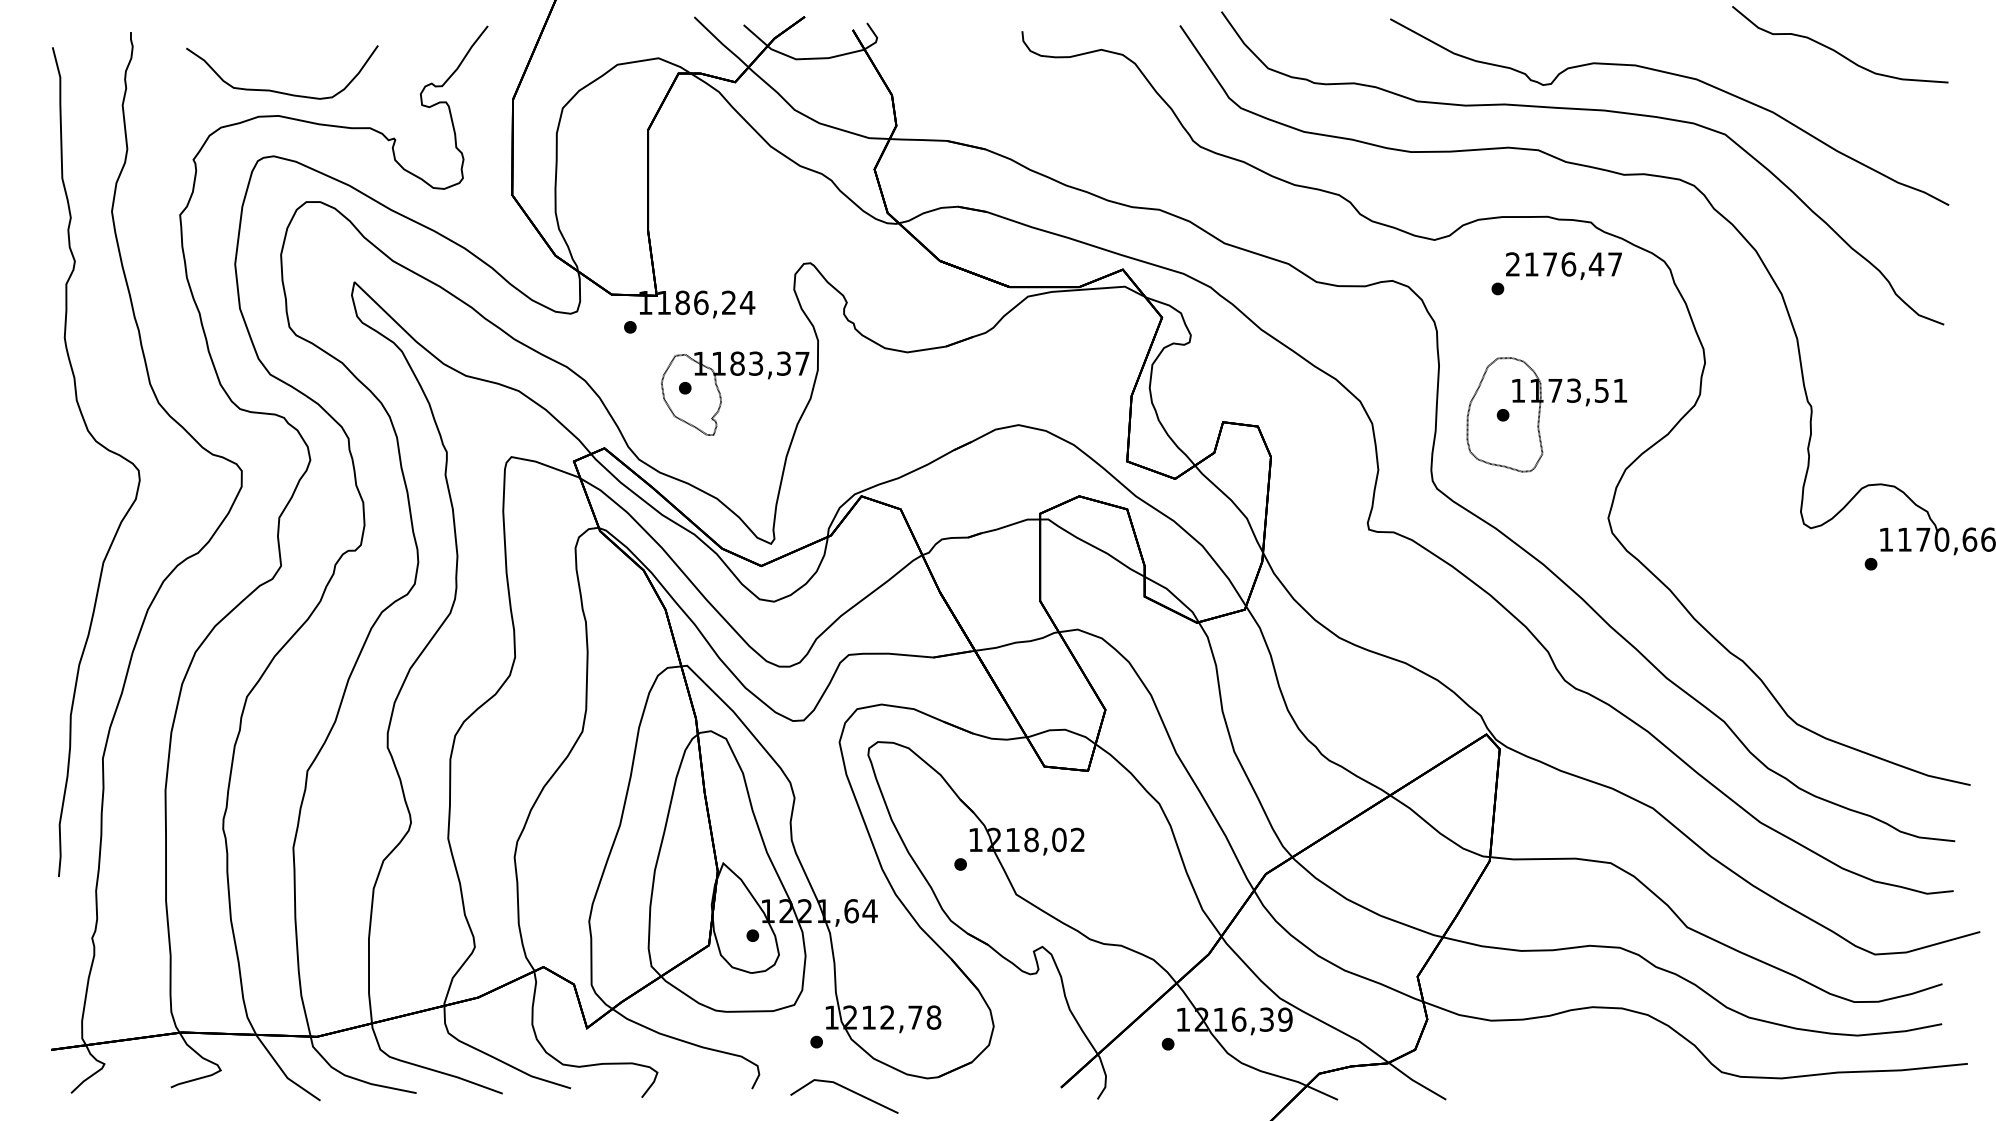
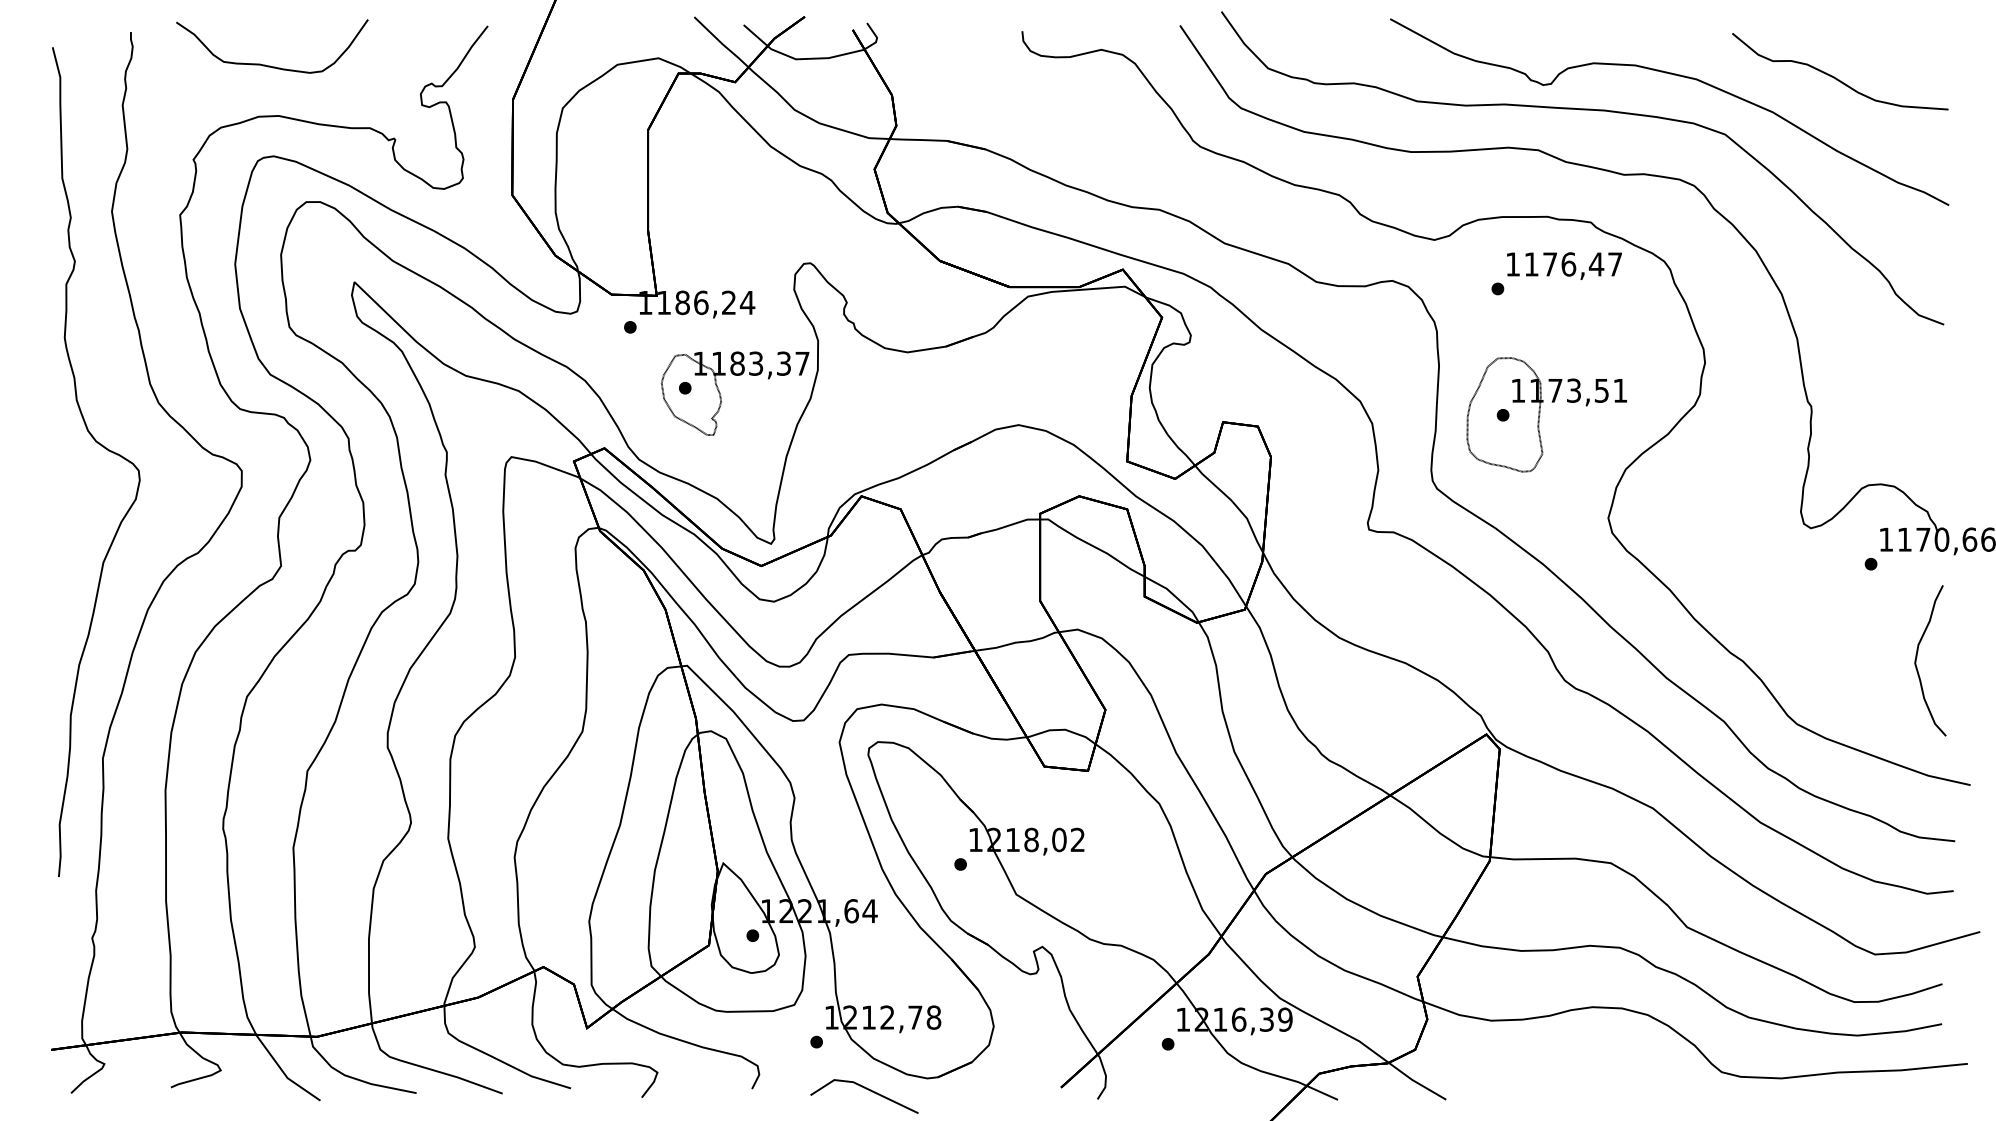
curve at (1836, 50) position: (1836, 50) -> (1836, 77)
curve at (280, 91) position: (280, 91) -> (270, 65)
text at (1512, 264): 2176,47 -> 1176,47
curve at (1917, 657): none -> present
line at (848, 1090) position: (848, 1090) -> (868, 1090)
